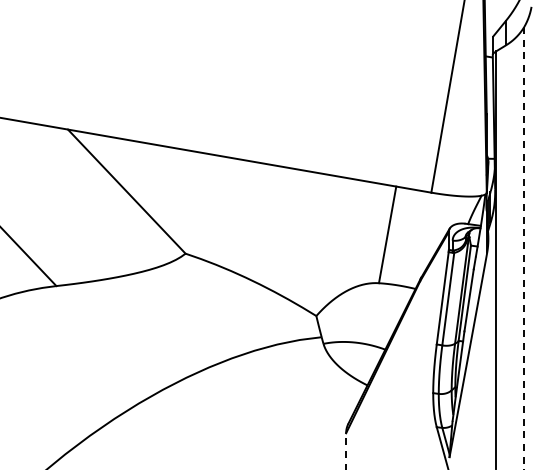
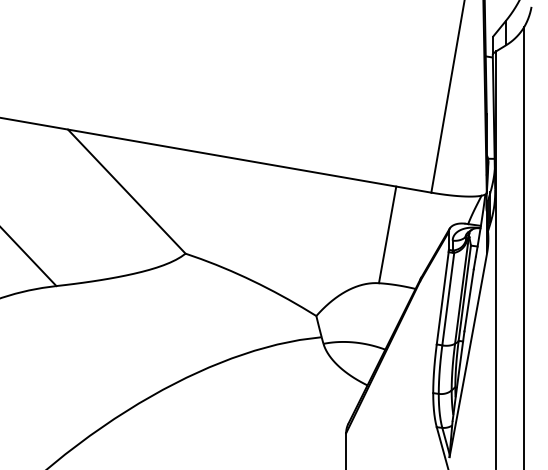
line at (524, 249): dashed -> solid
line at (346, 451): dashed -> solid
